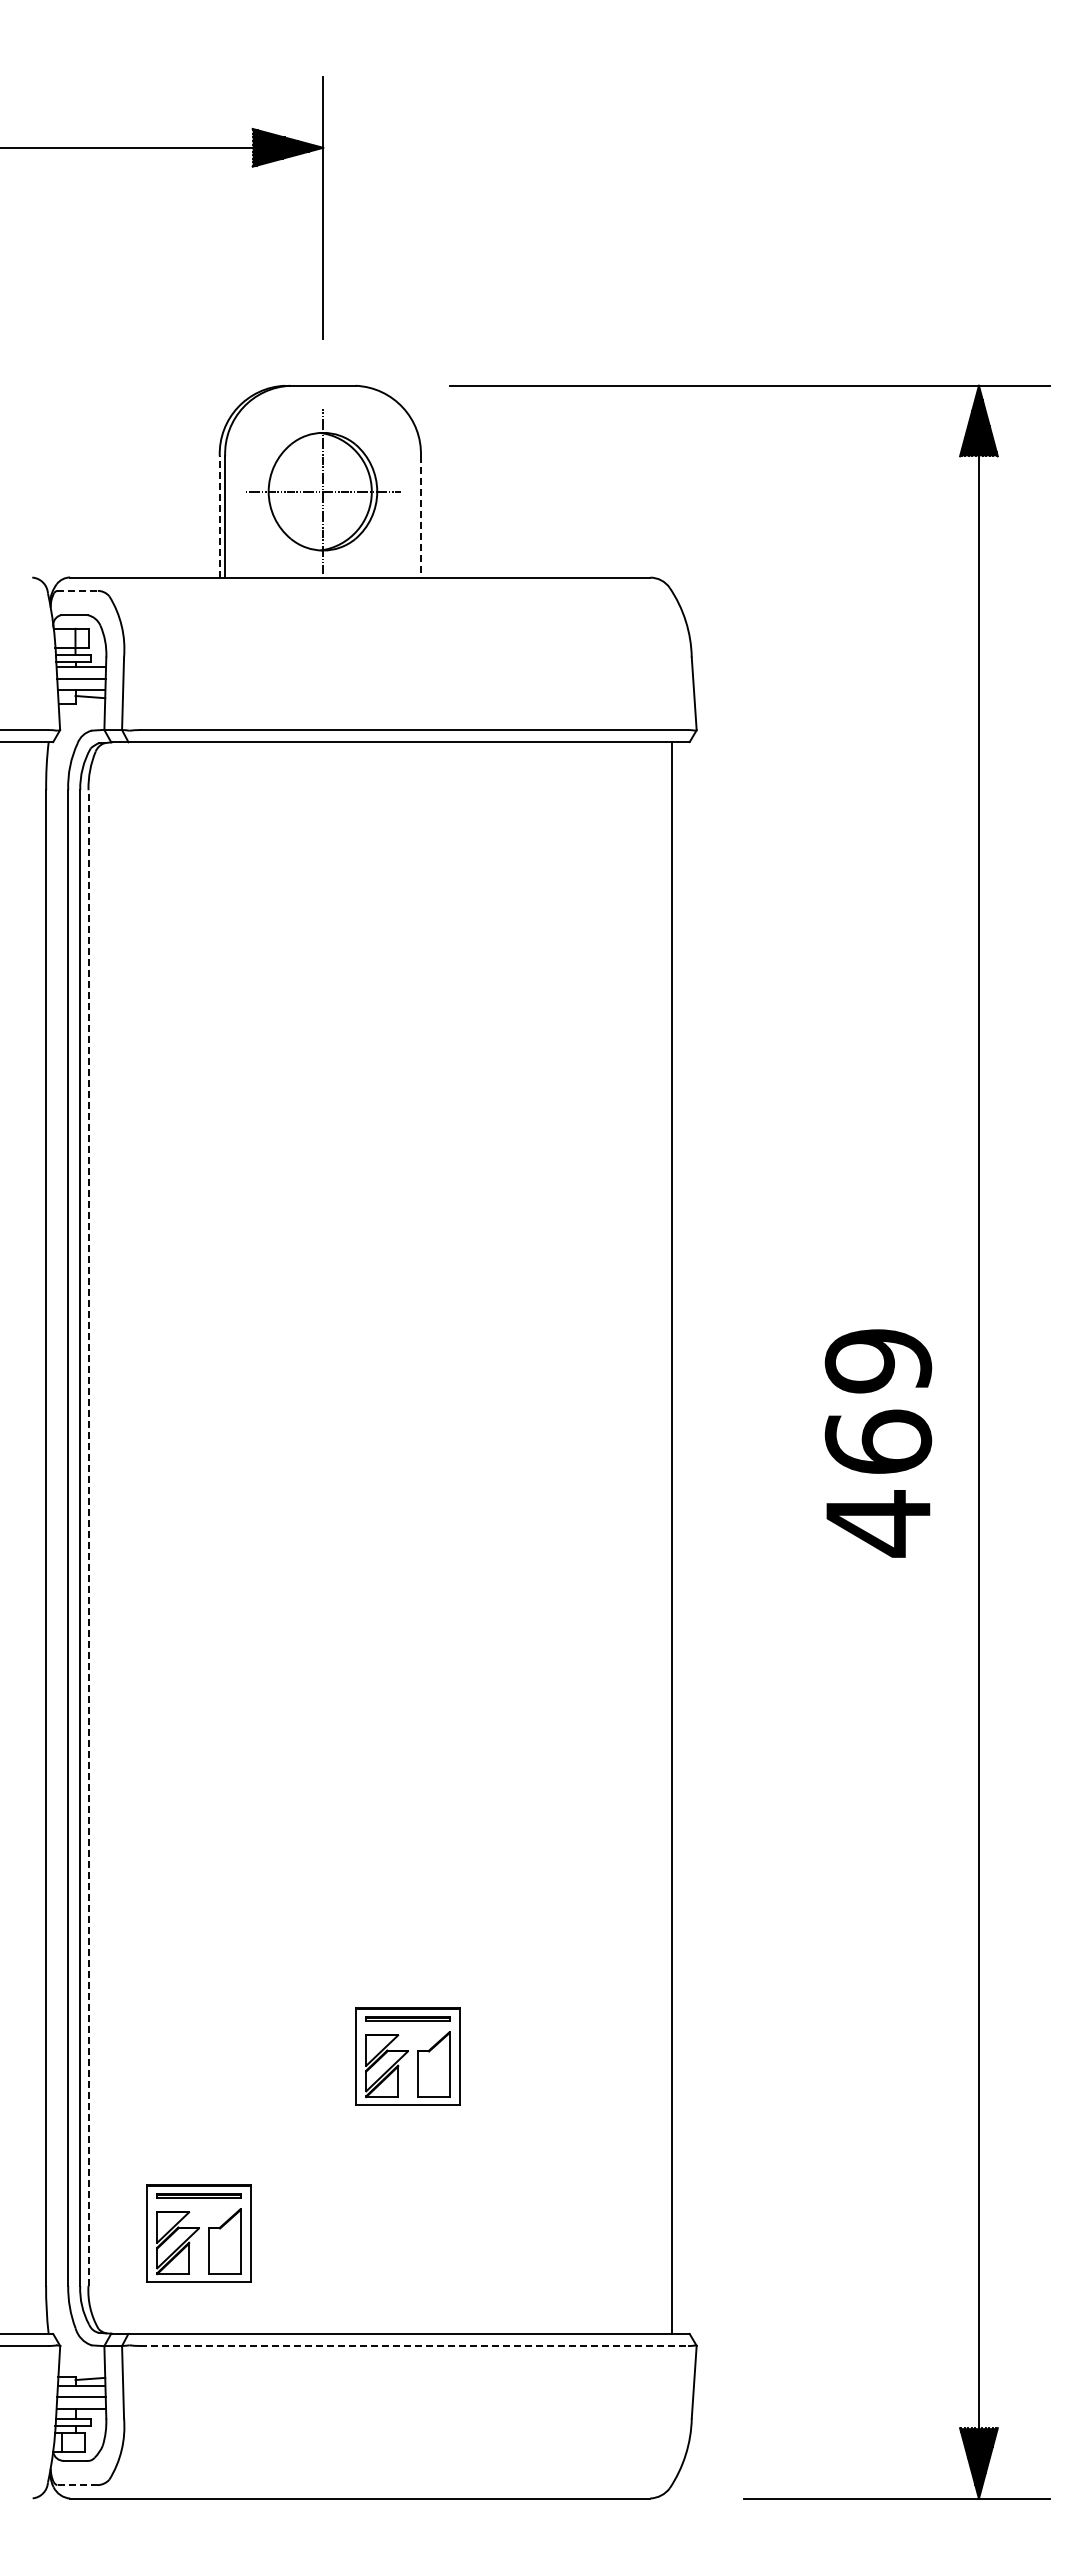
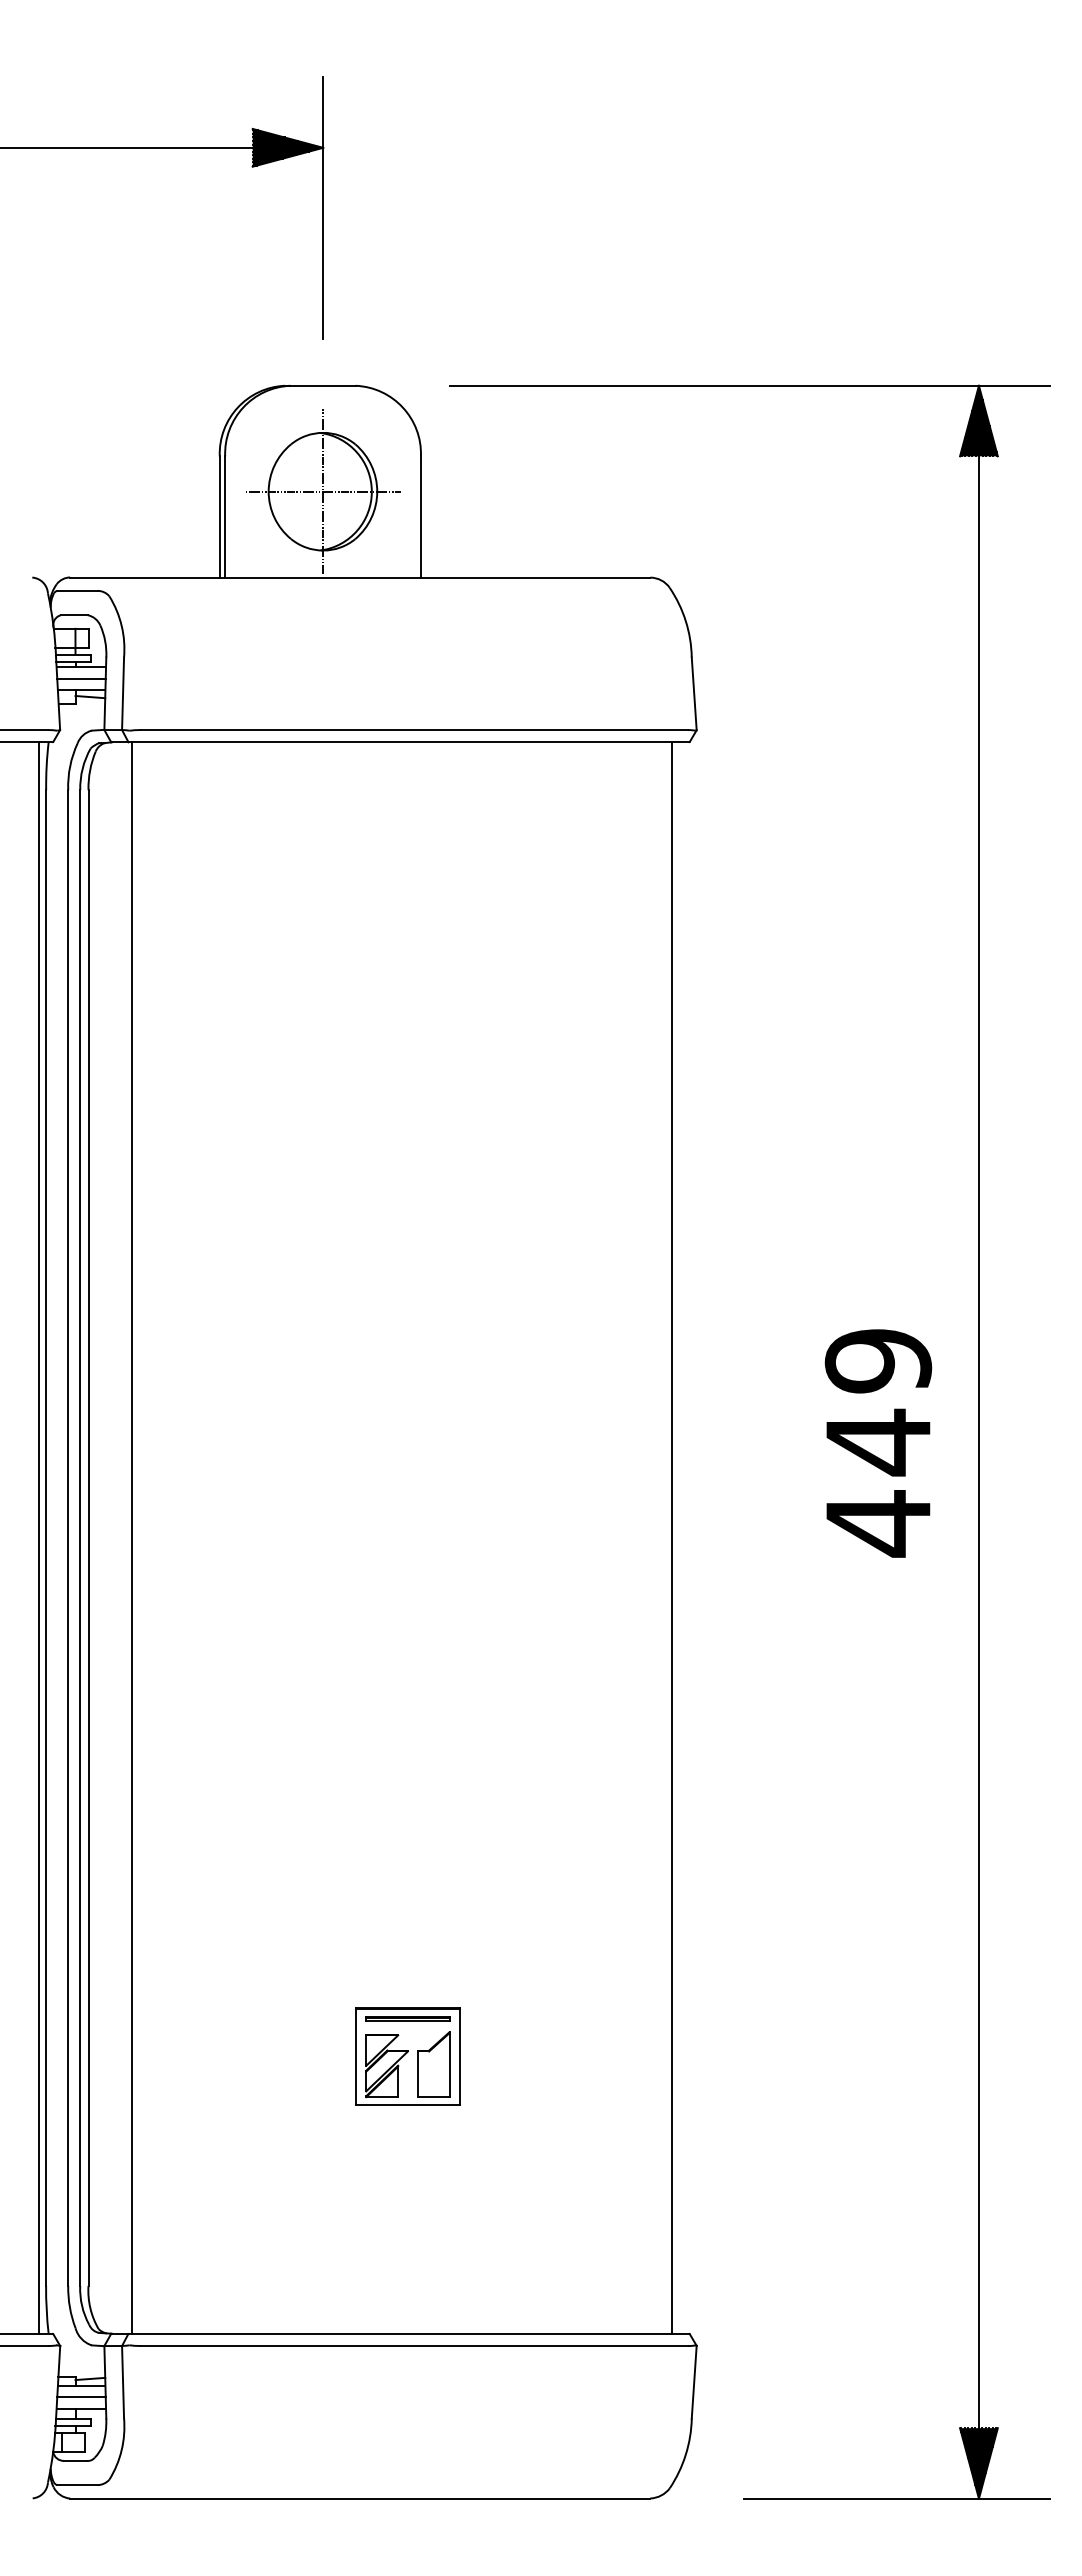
line at (219, 517): dashed -> solid
line at (420, 517): dashed -> solid
line at (78, 590): dashed -> solid
text at (878, 1442): 469 -> 449
line at (39, 1537): none -> present
line at (131, 1537): none -> present
line at (88, 1538): dashed -> solid
part at (198, 2233): present -> none
line at (414, 2345): dashed -> solid
line at (77, 2485): dashed -> solid
